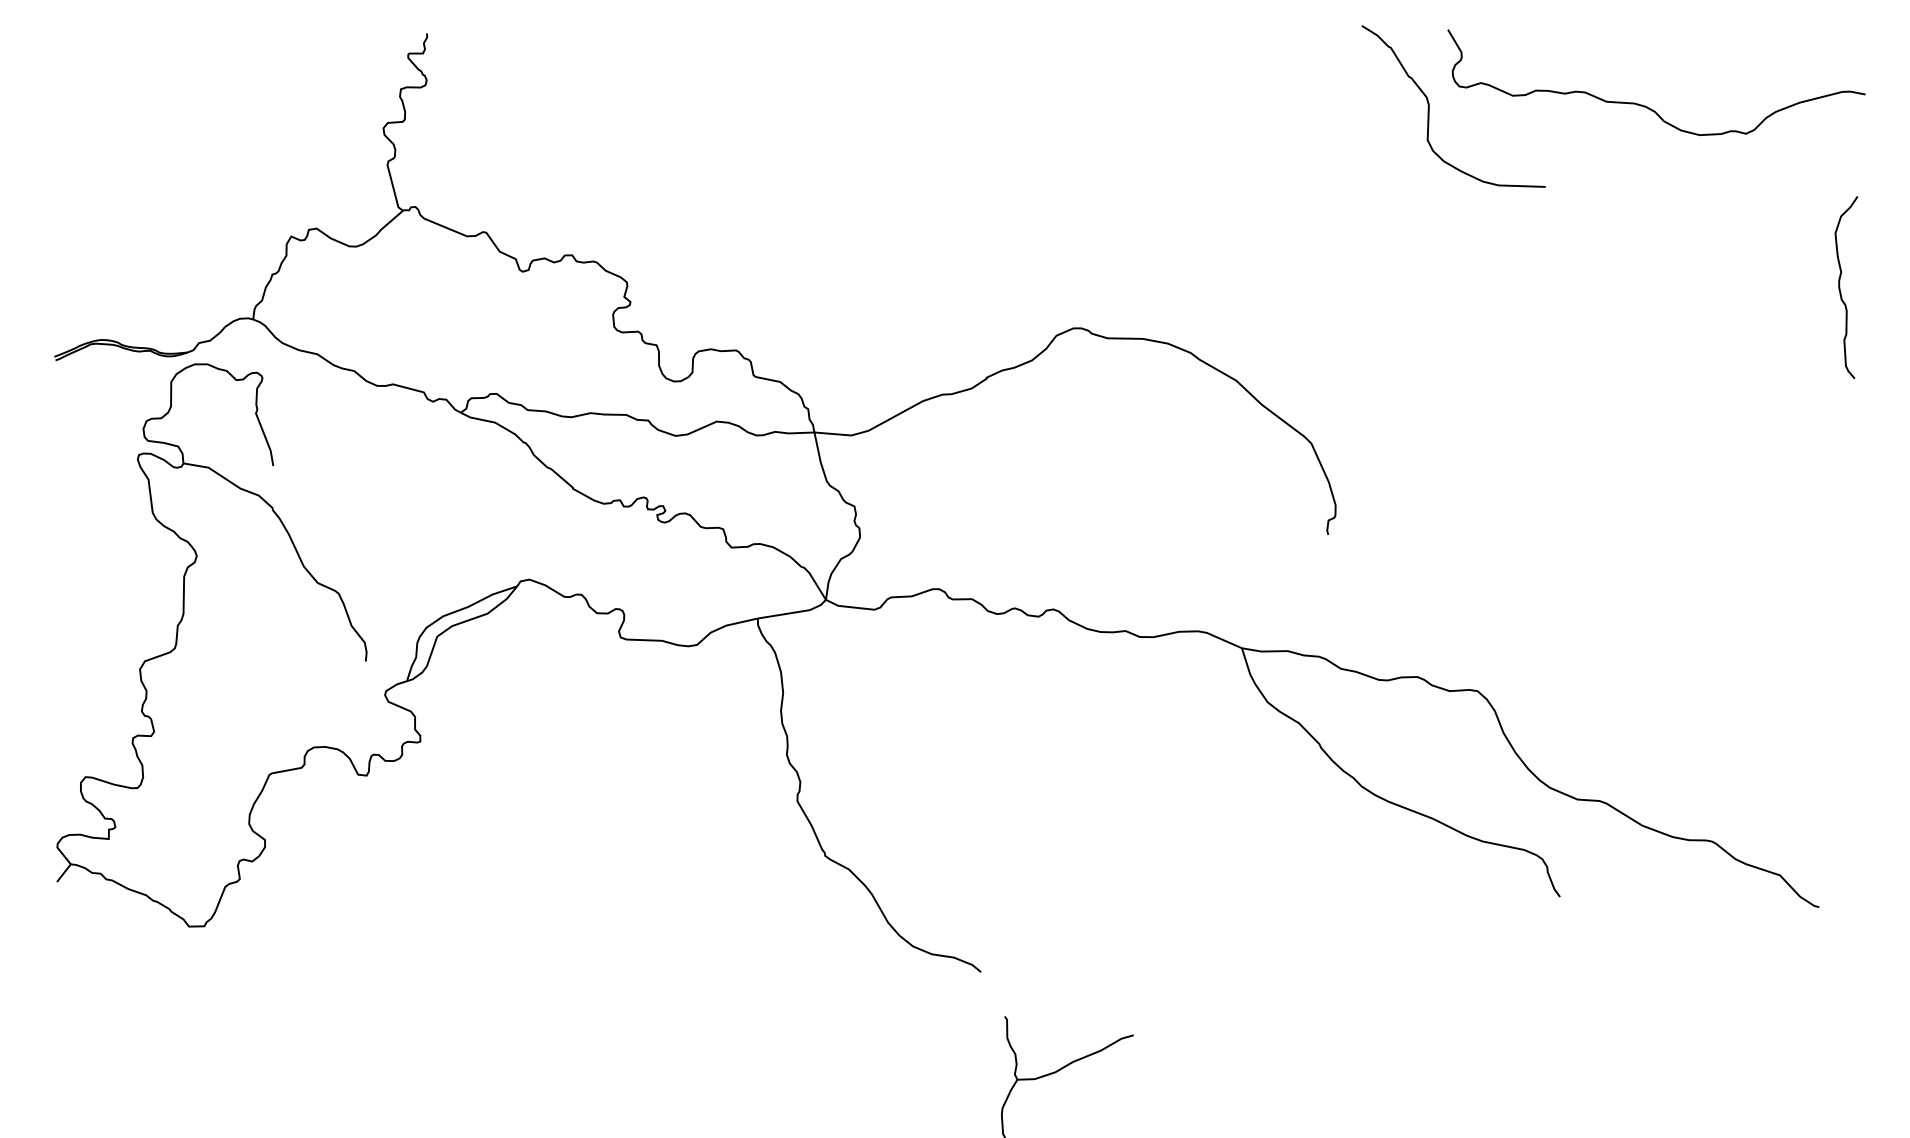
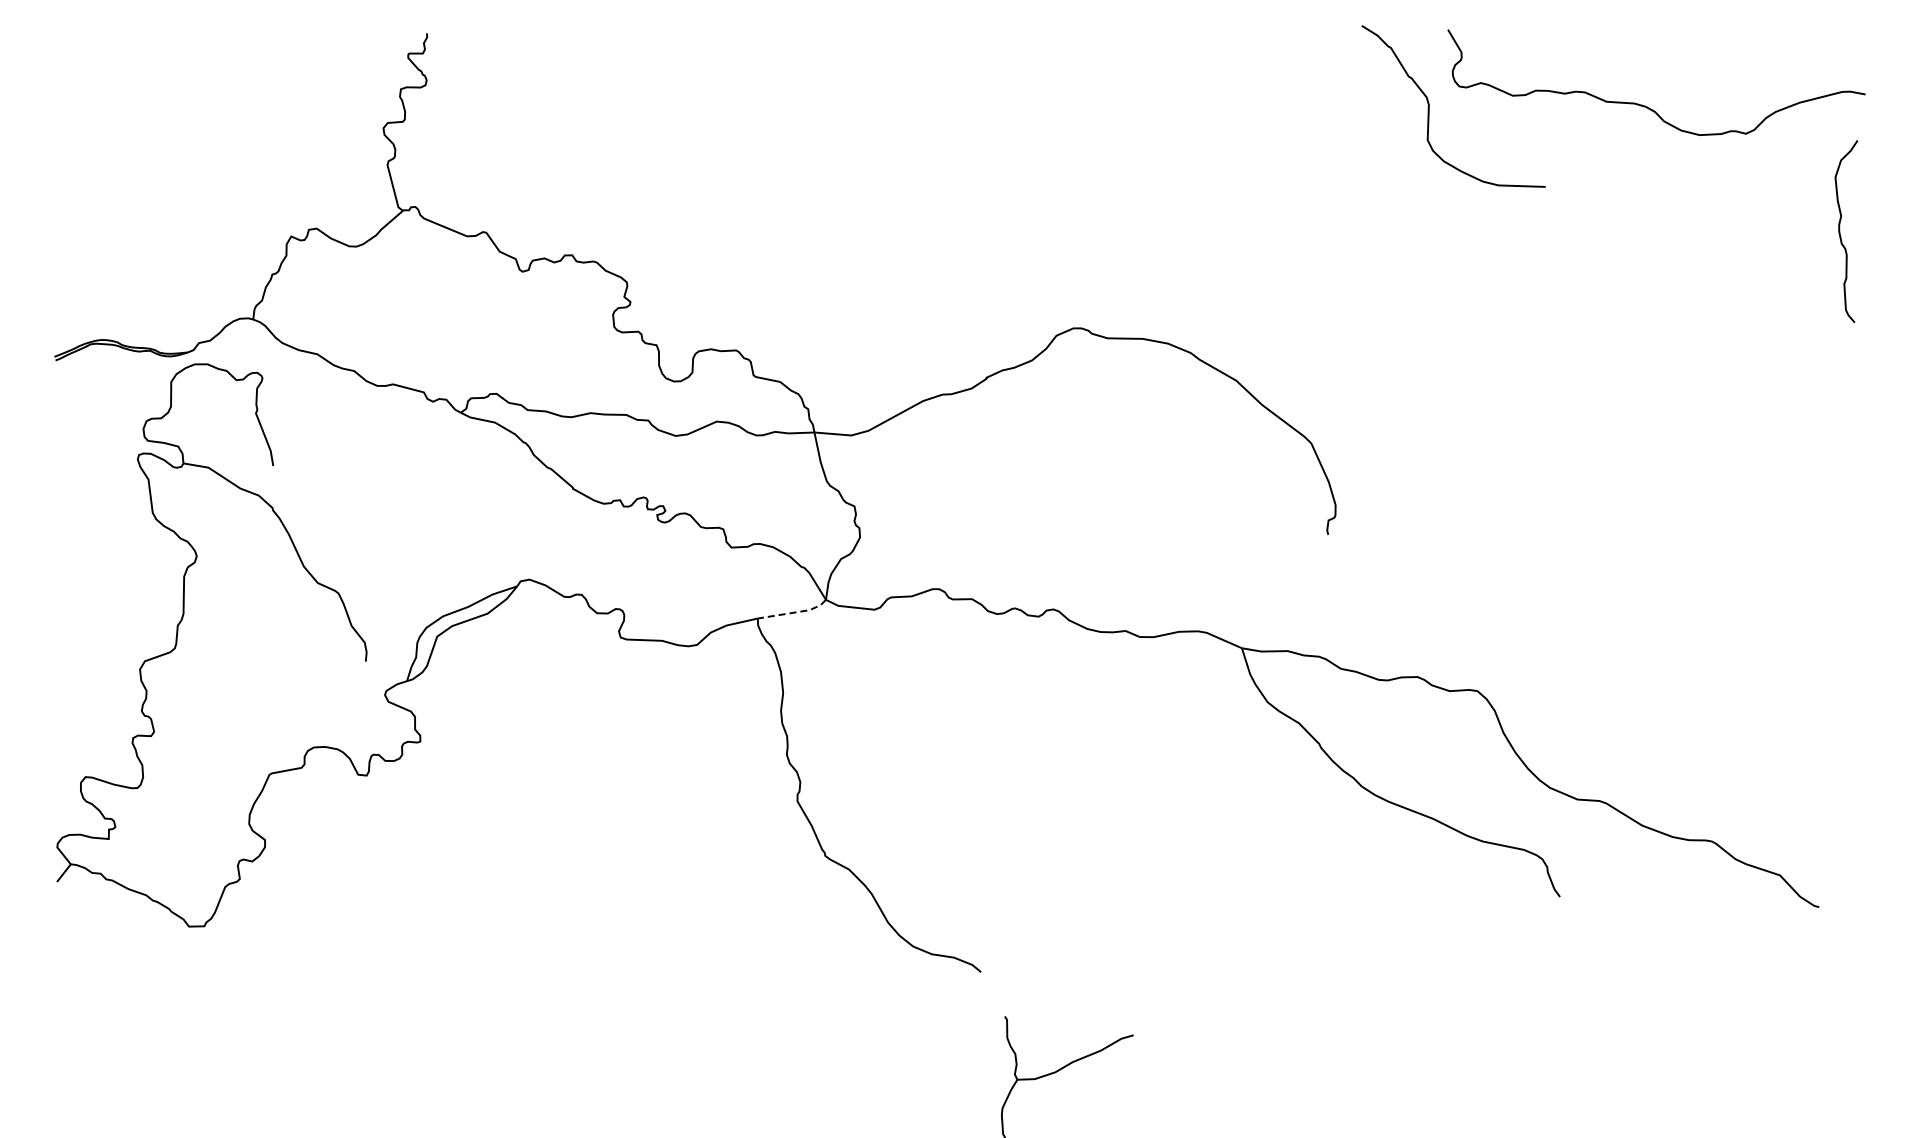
curve at (1840, 287) position: (1840, 287) -> (1840, 231)
line at (795, 612): solid -> dashed
